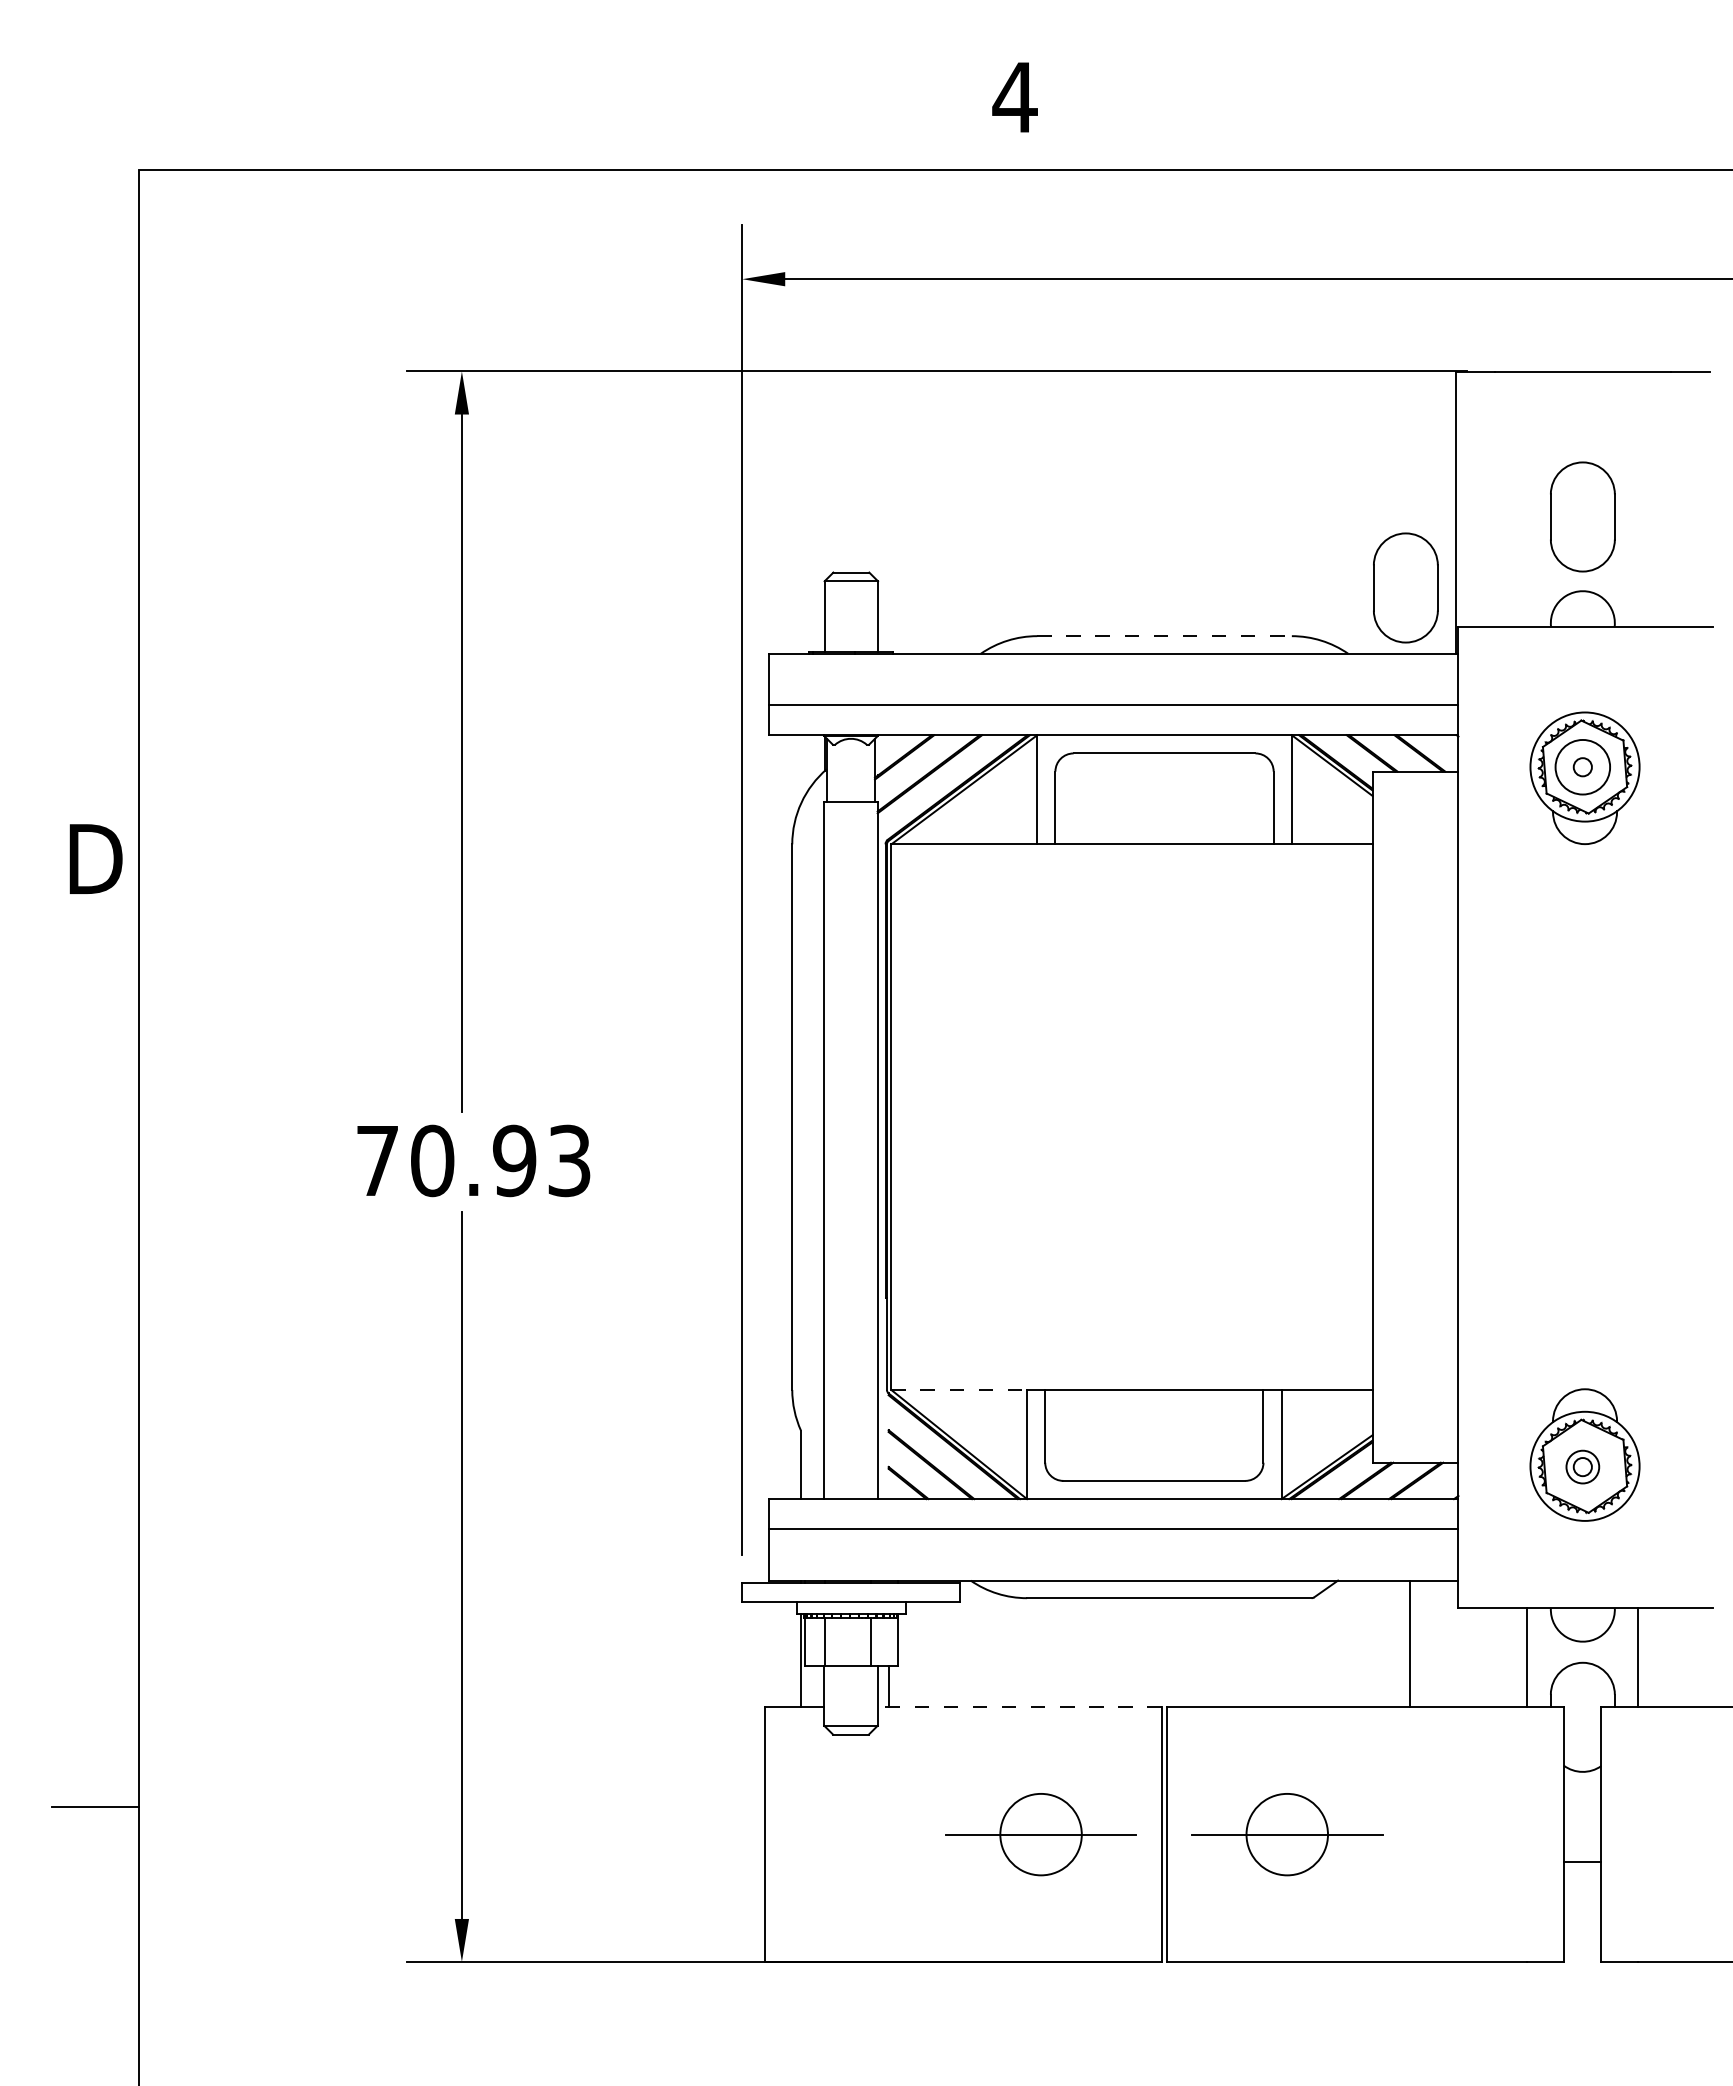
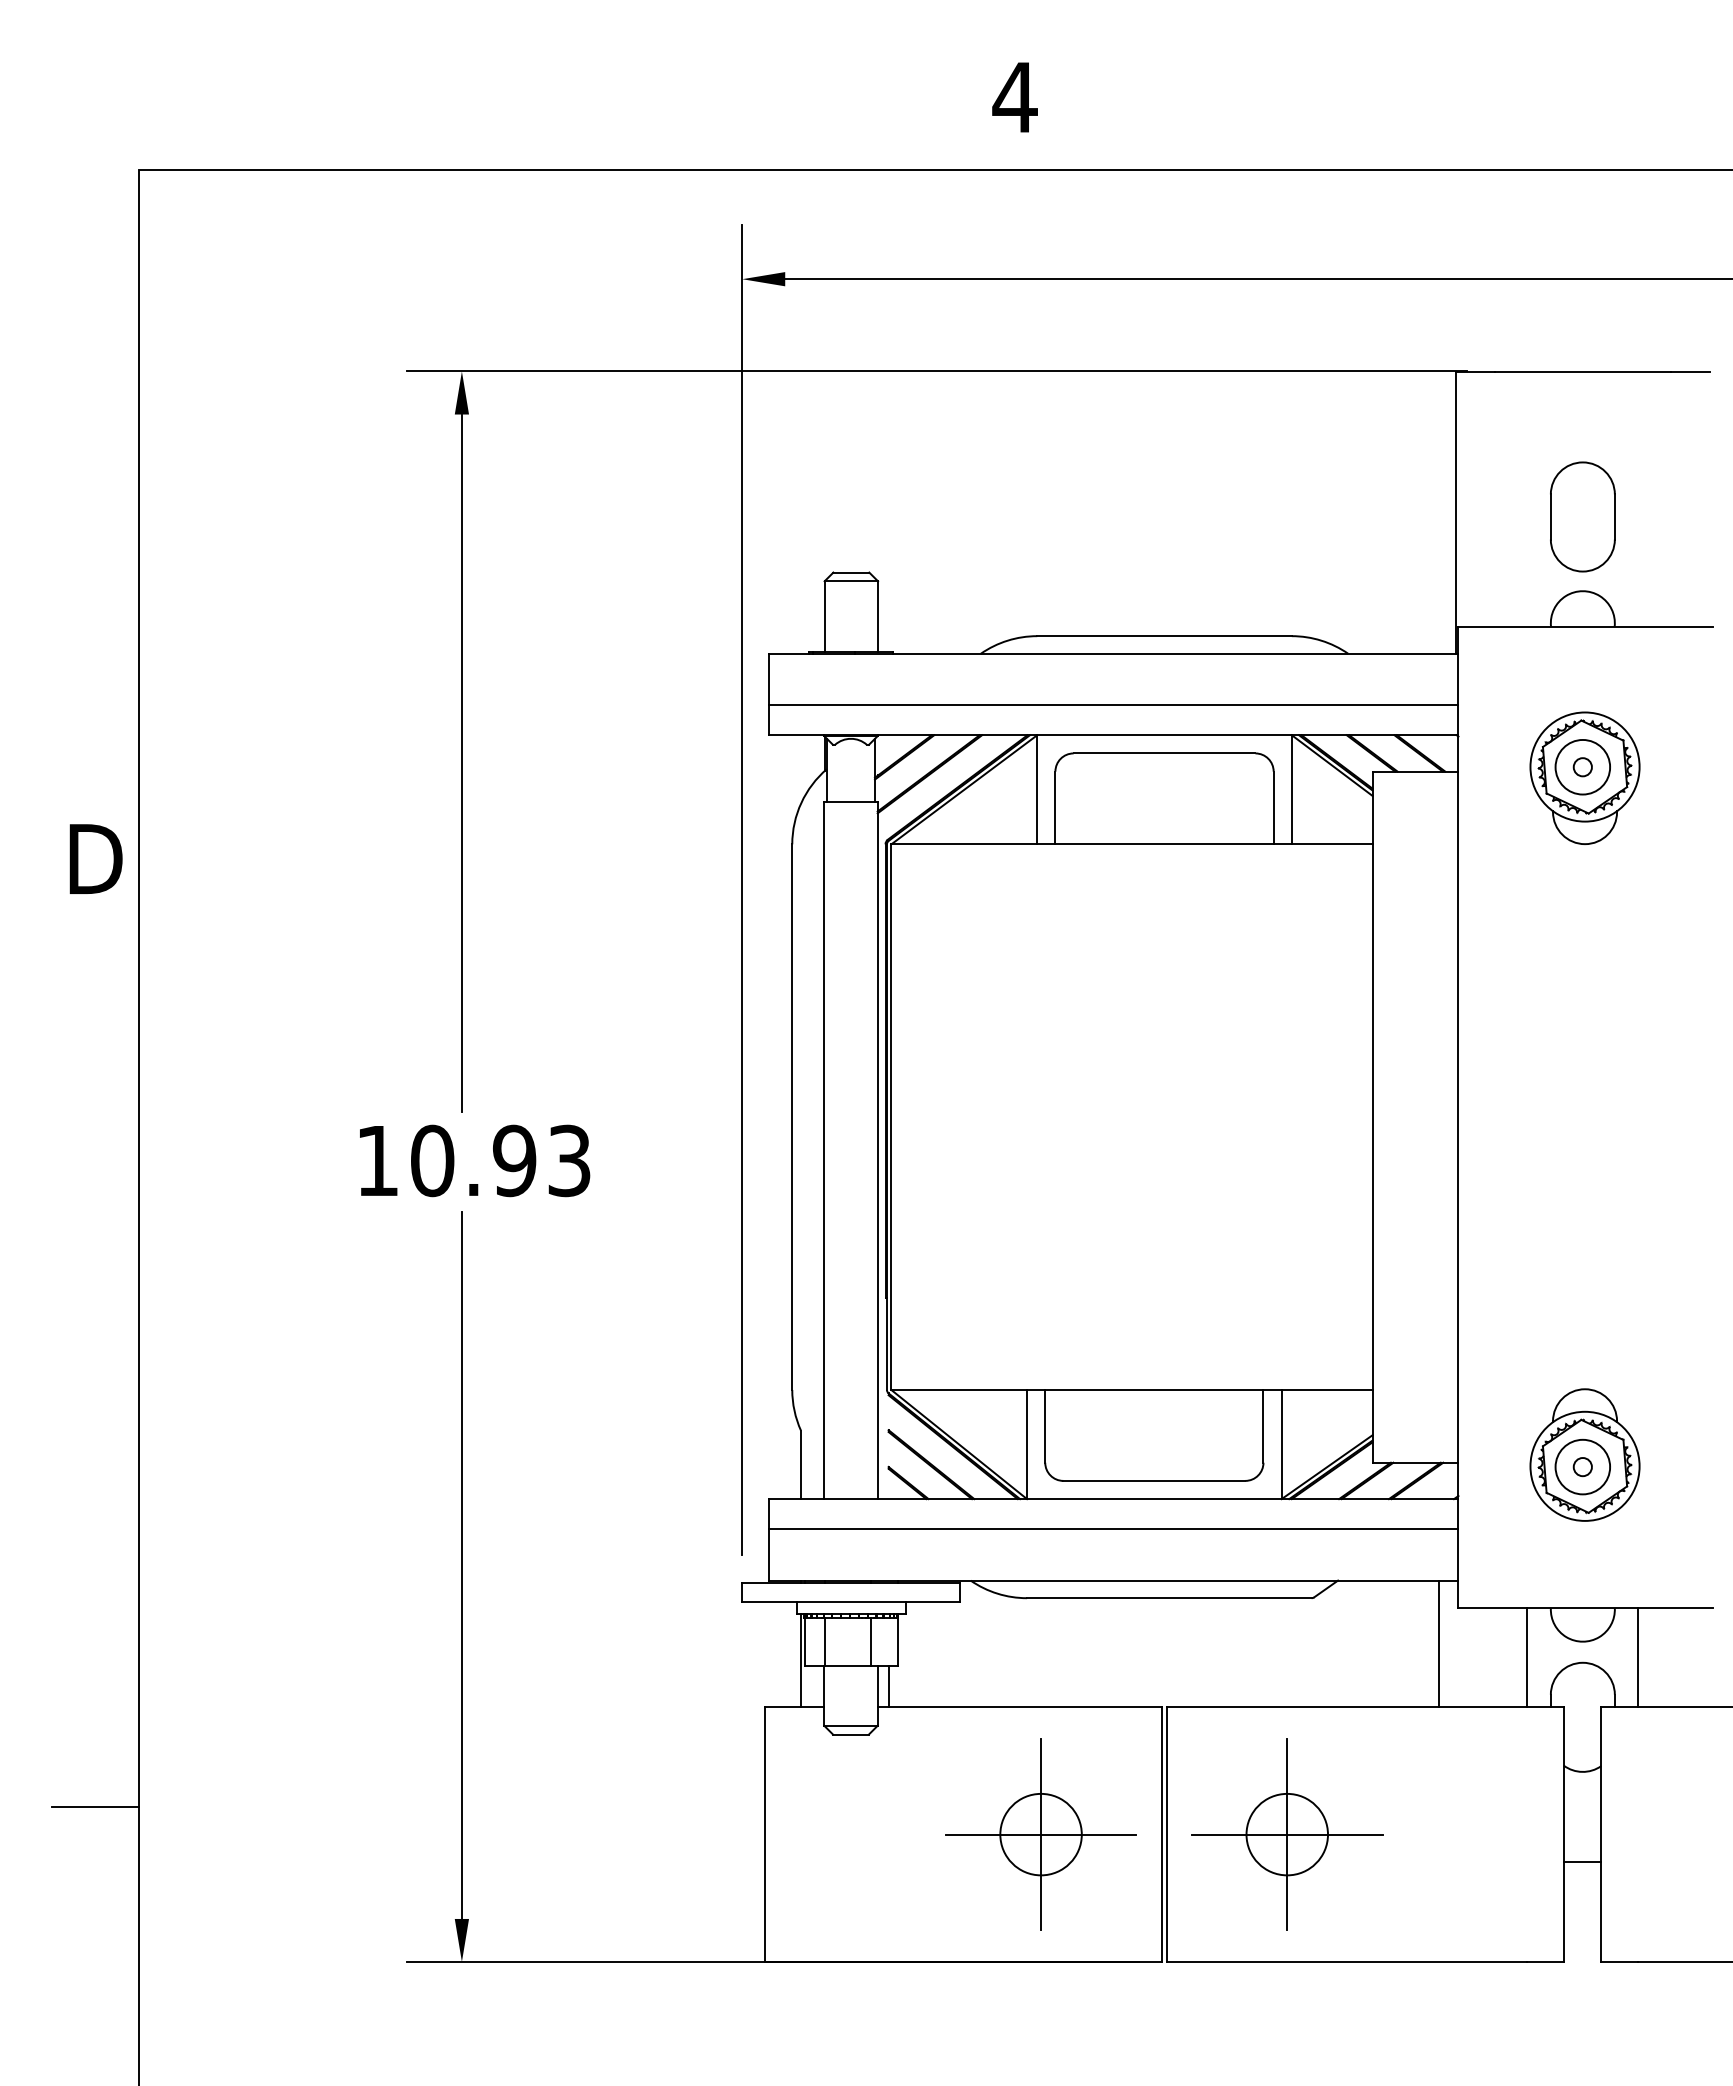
part at (1405, 587): present -> none
line at (1165, 636): dashed -> solid
text at (377, 1160): 70.93 -> 10.93
line at (959, 1389): dashed -> solid
circle at (1582, 1466) diameter: 33 px -> 55 px
line at (1410, 1643) position: (1410, 1643) -> (1439, 1643)
line at (1019, 1707): dashed -> solid
line at (1041, 1834): none -> present
line at (1287, 1834): none -> present
